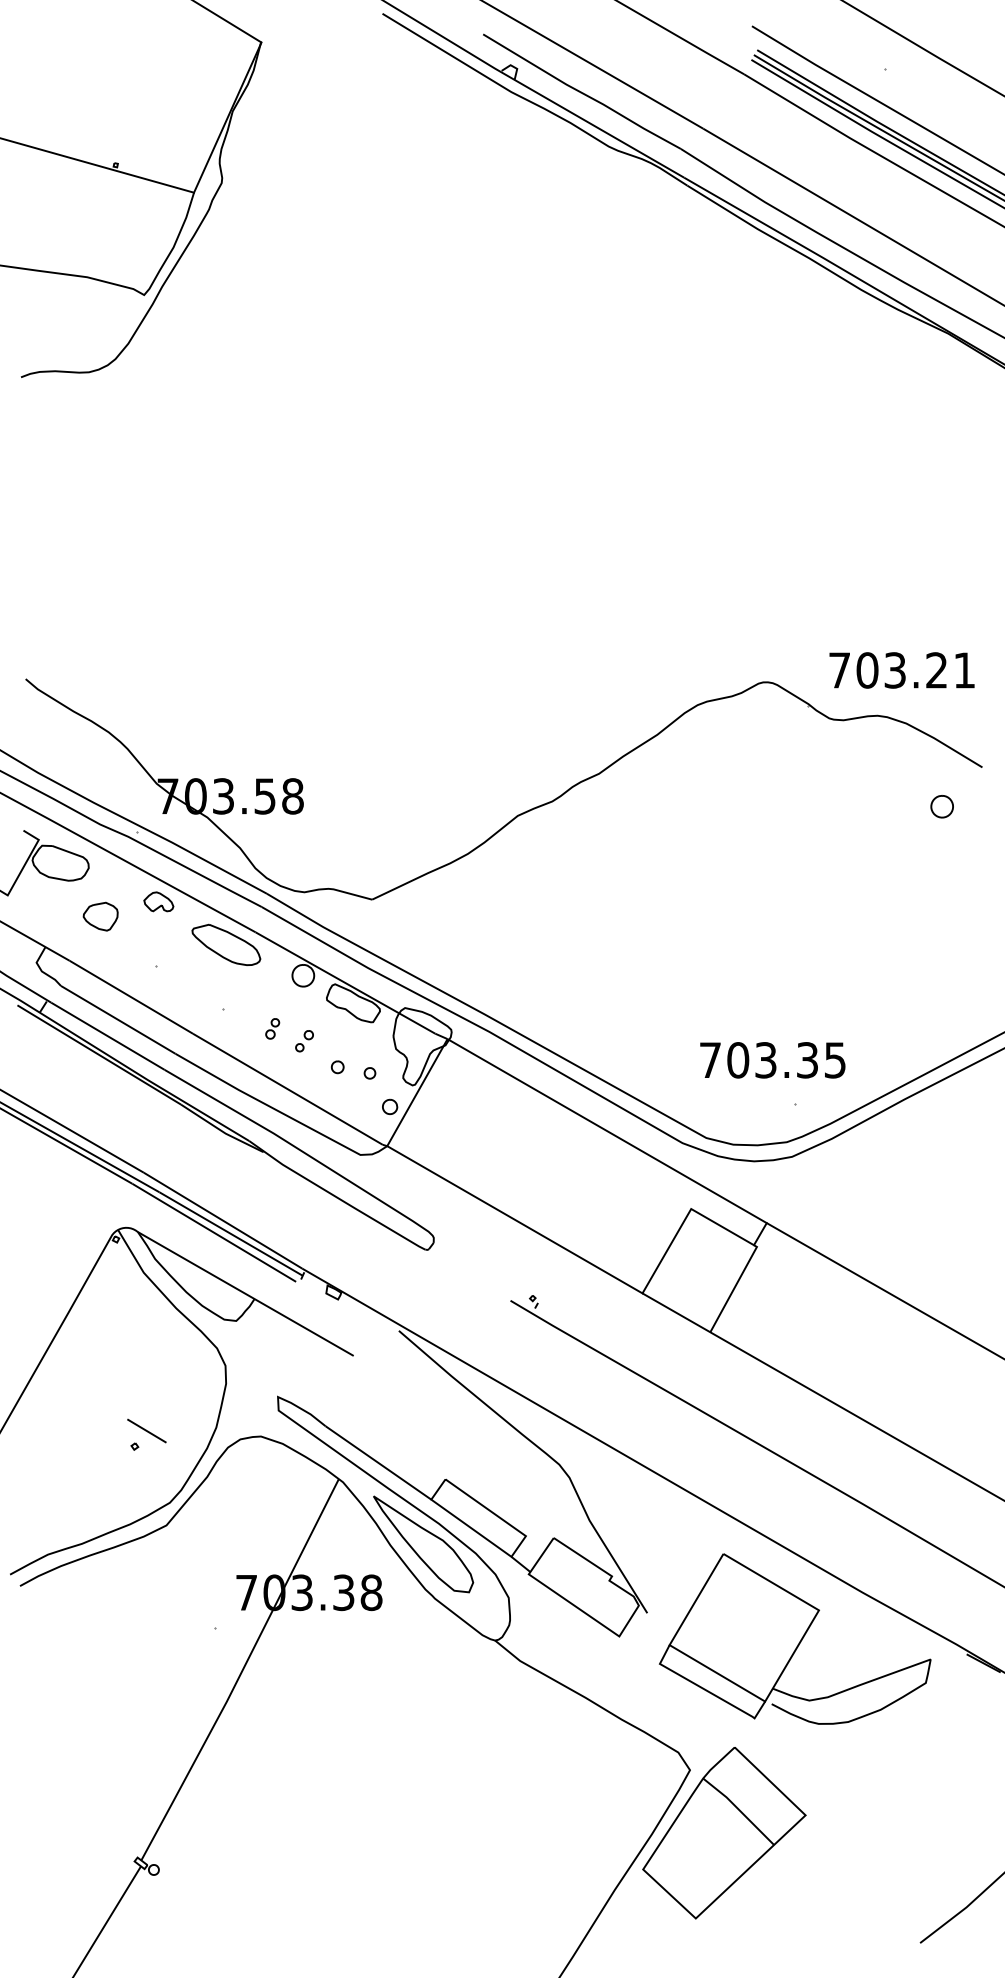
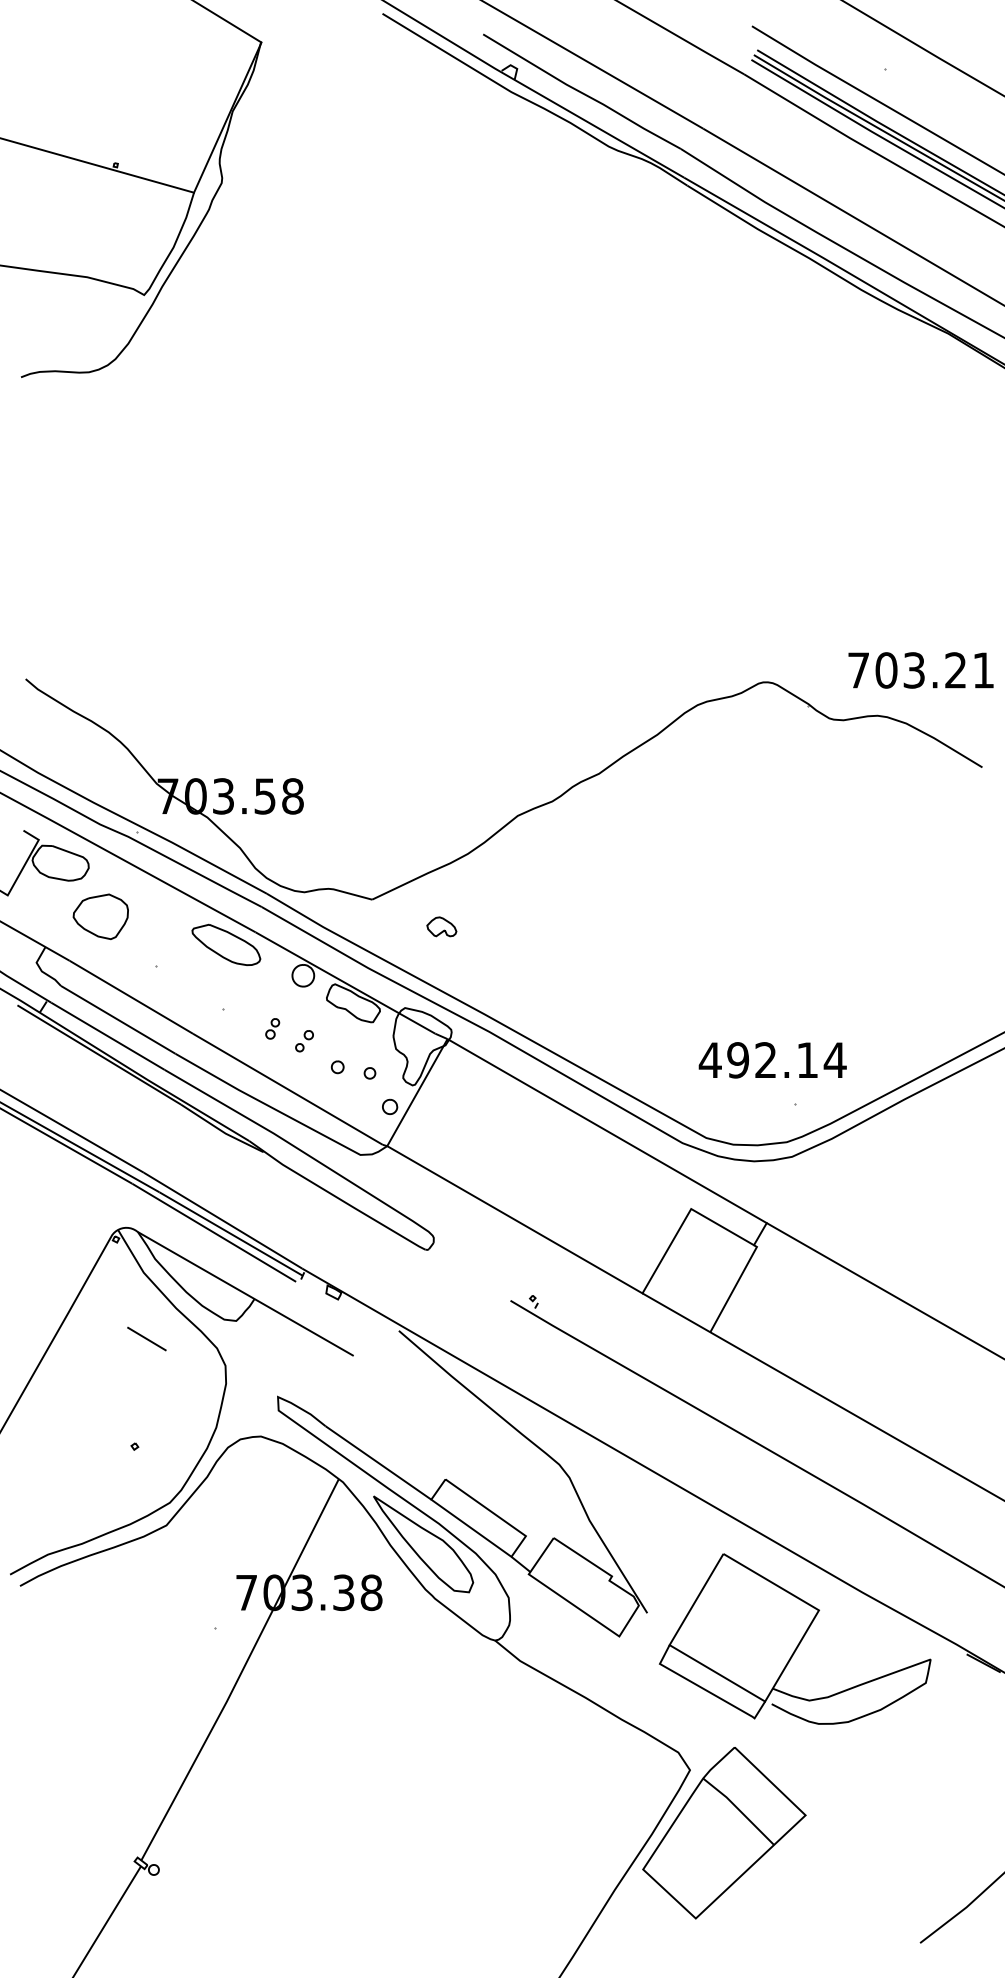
text at (901, 670) position: (901, 670) -> (920, 670)
part at (941, 806): present -> none
part at (158, 901) position: (158, 901) -> (441, 926)
part at (100, 916) size: 37x31 px -> 57x47 px
text at (772, 1060): 703.35 -> 492.14
line at (146, 1430) position: (146, 1430) -> (146, 1338)
